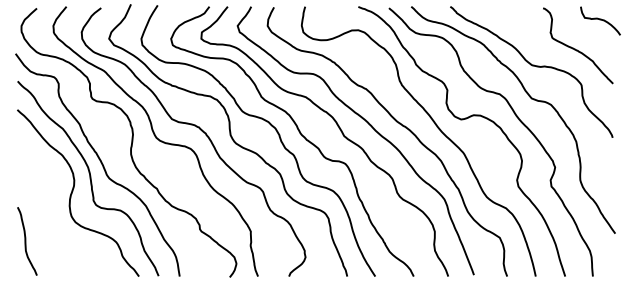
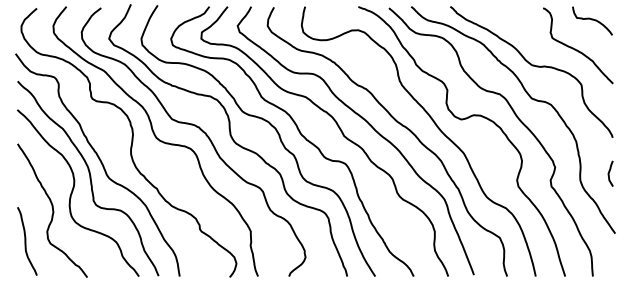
curve at (600, 20) position: (600, 20) -> (592, 20)
curve at (609, 173): none -> present
curve at (52, 210): none -> present
